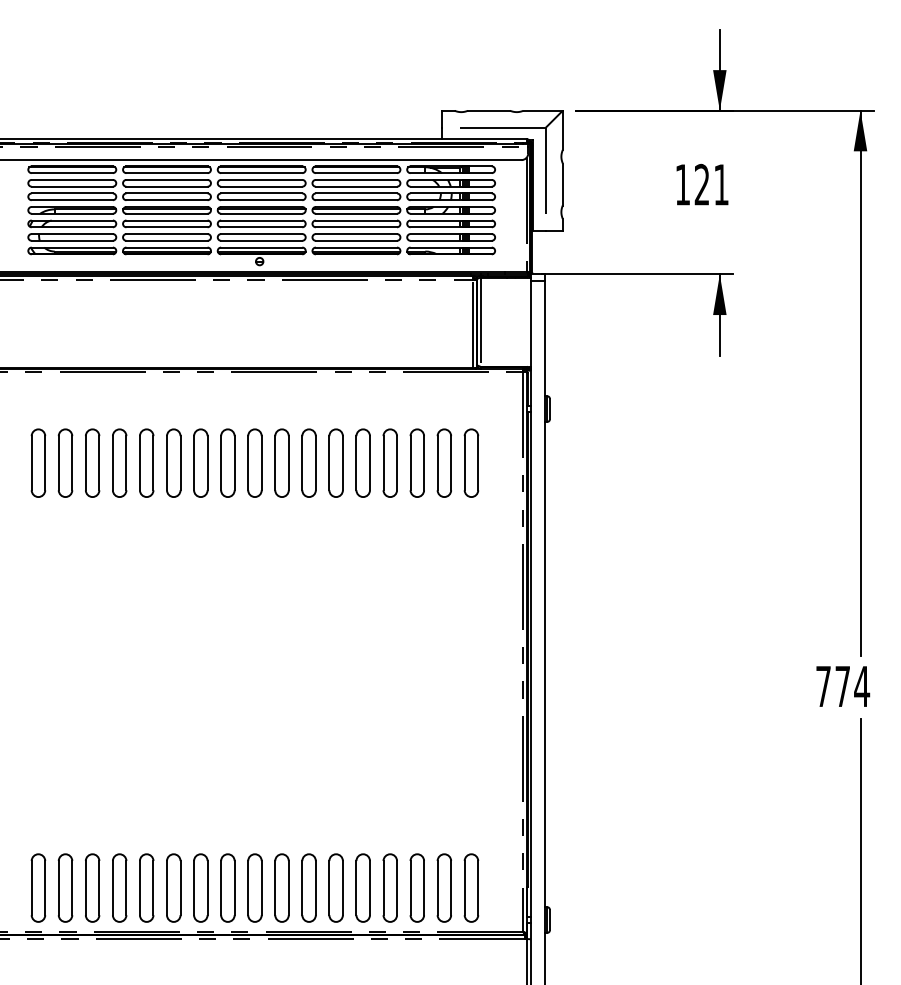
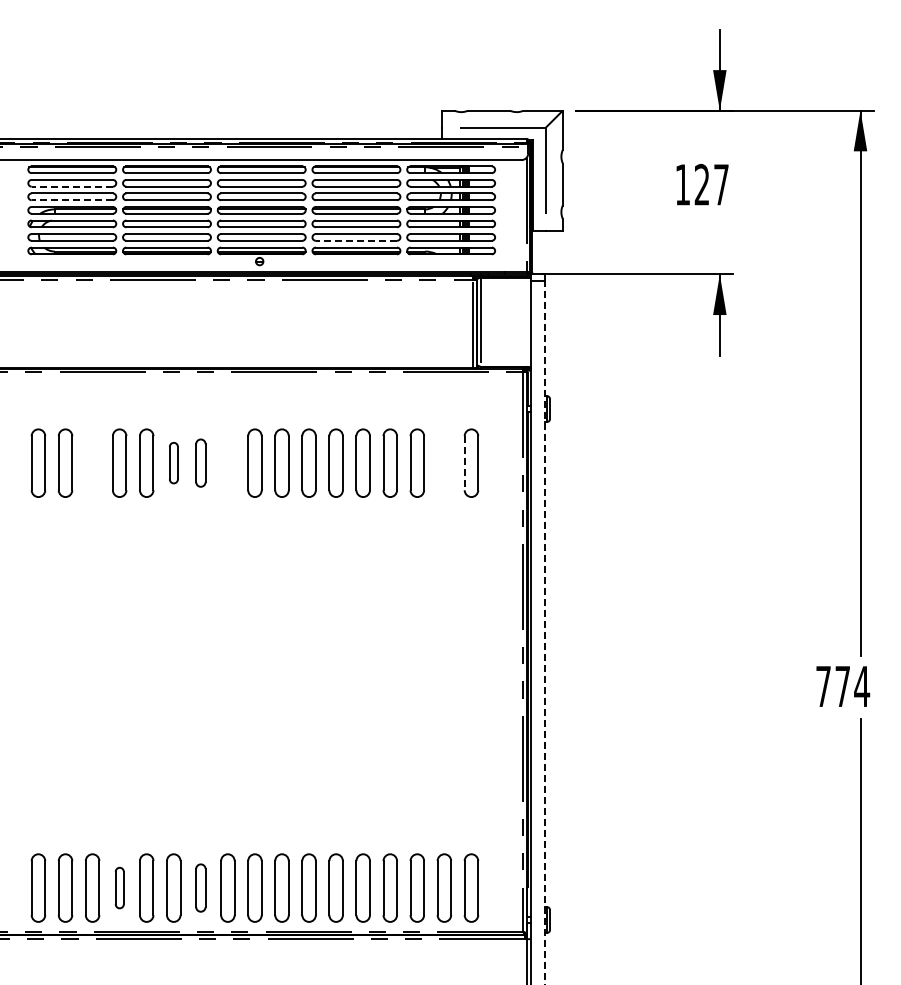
text at (721, 184): 121 -> 127
line at (72, 186): solid -> dashed
line at (72, 200): solid -> dashed
line at (356, 240): solid -> dashed
part at (92, 462): present -> none
part at (173, 462) size: 16x70 px -> 10x43 px
part at (200, 462) size: 16x70 px -> 12x50 px
part at (227, 462): present -> none
part at (443, 462): present -> none
line at (464, 463): solid -> dashed
line at (544, 632): solid -> dashed
part at (119, 887) size: 16x70 px -> 11x44 px
part at (200, 887) size: 16x70 px -> 12x50 px
